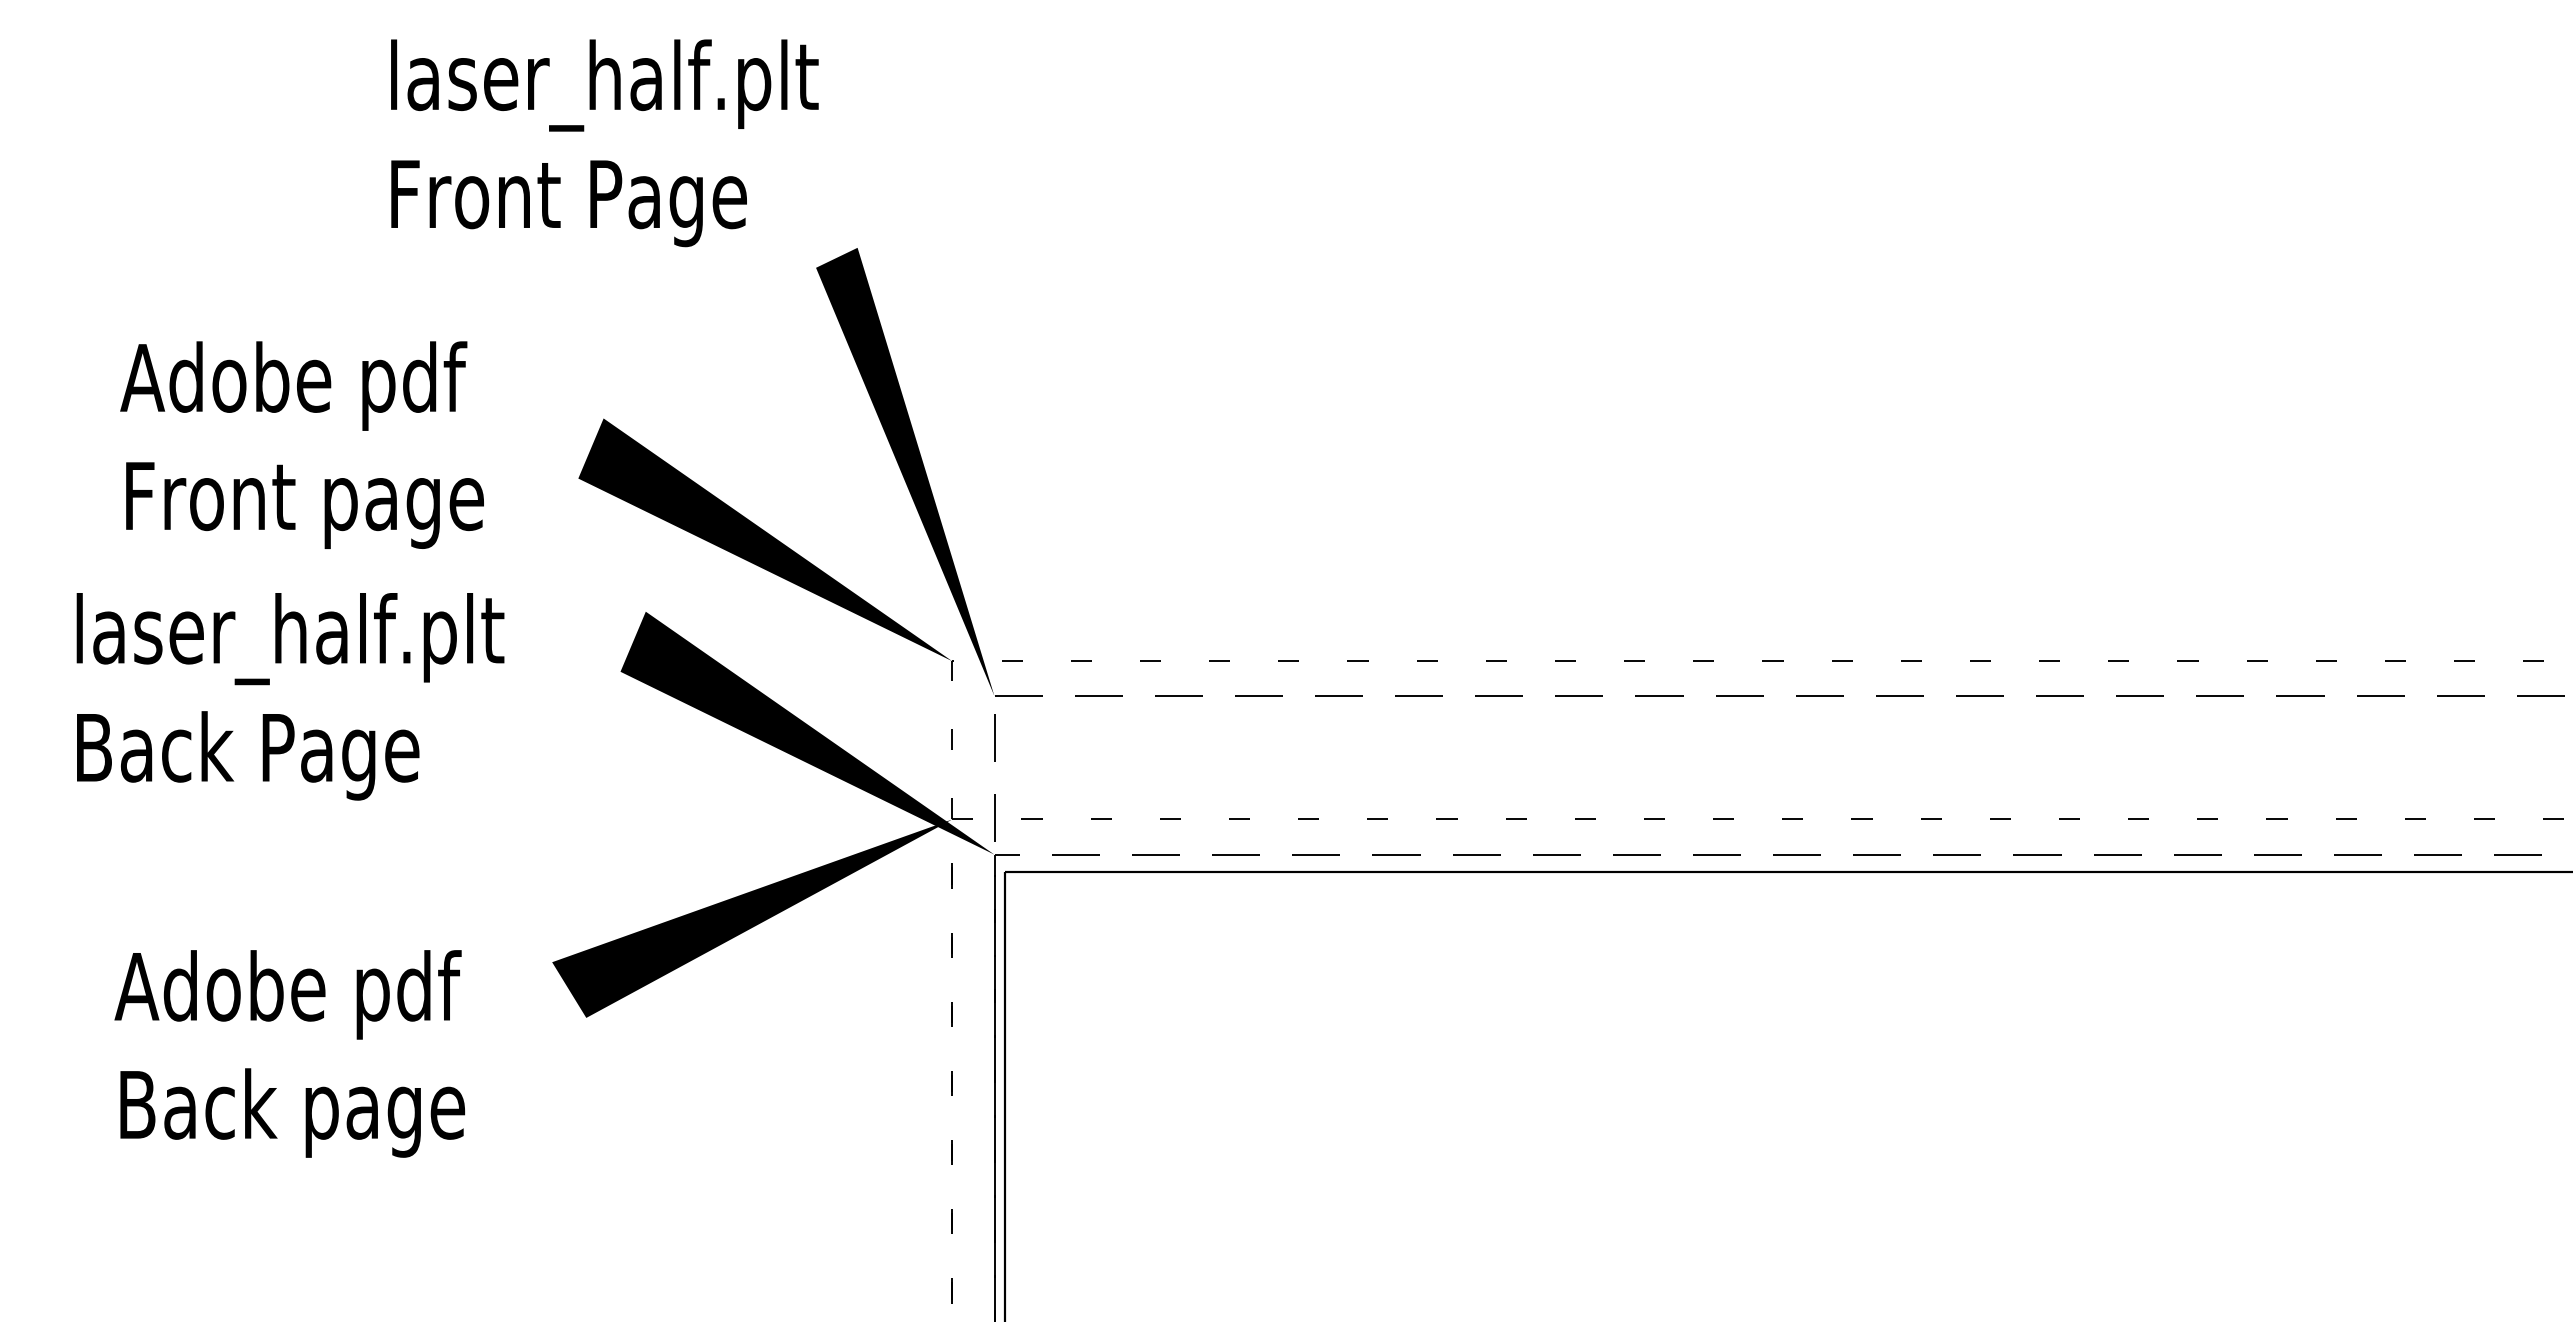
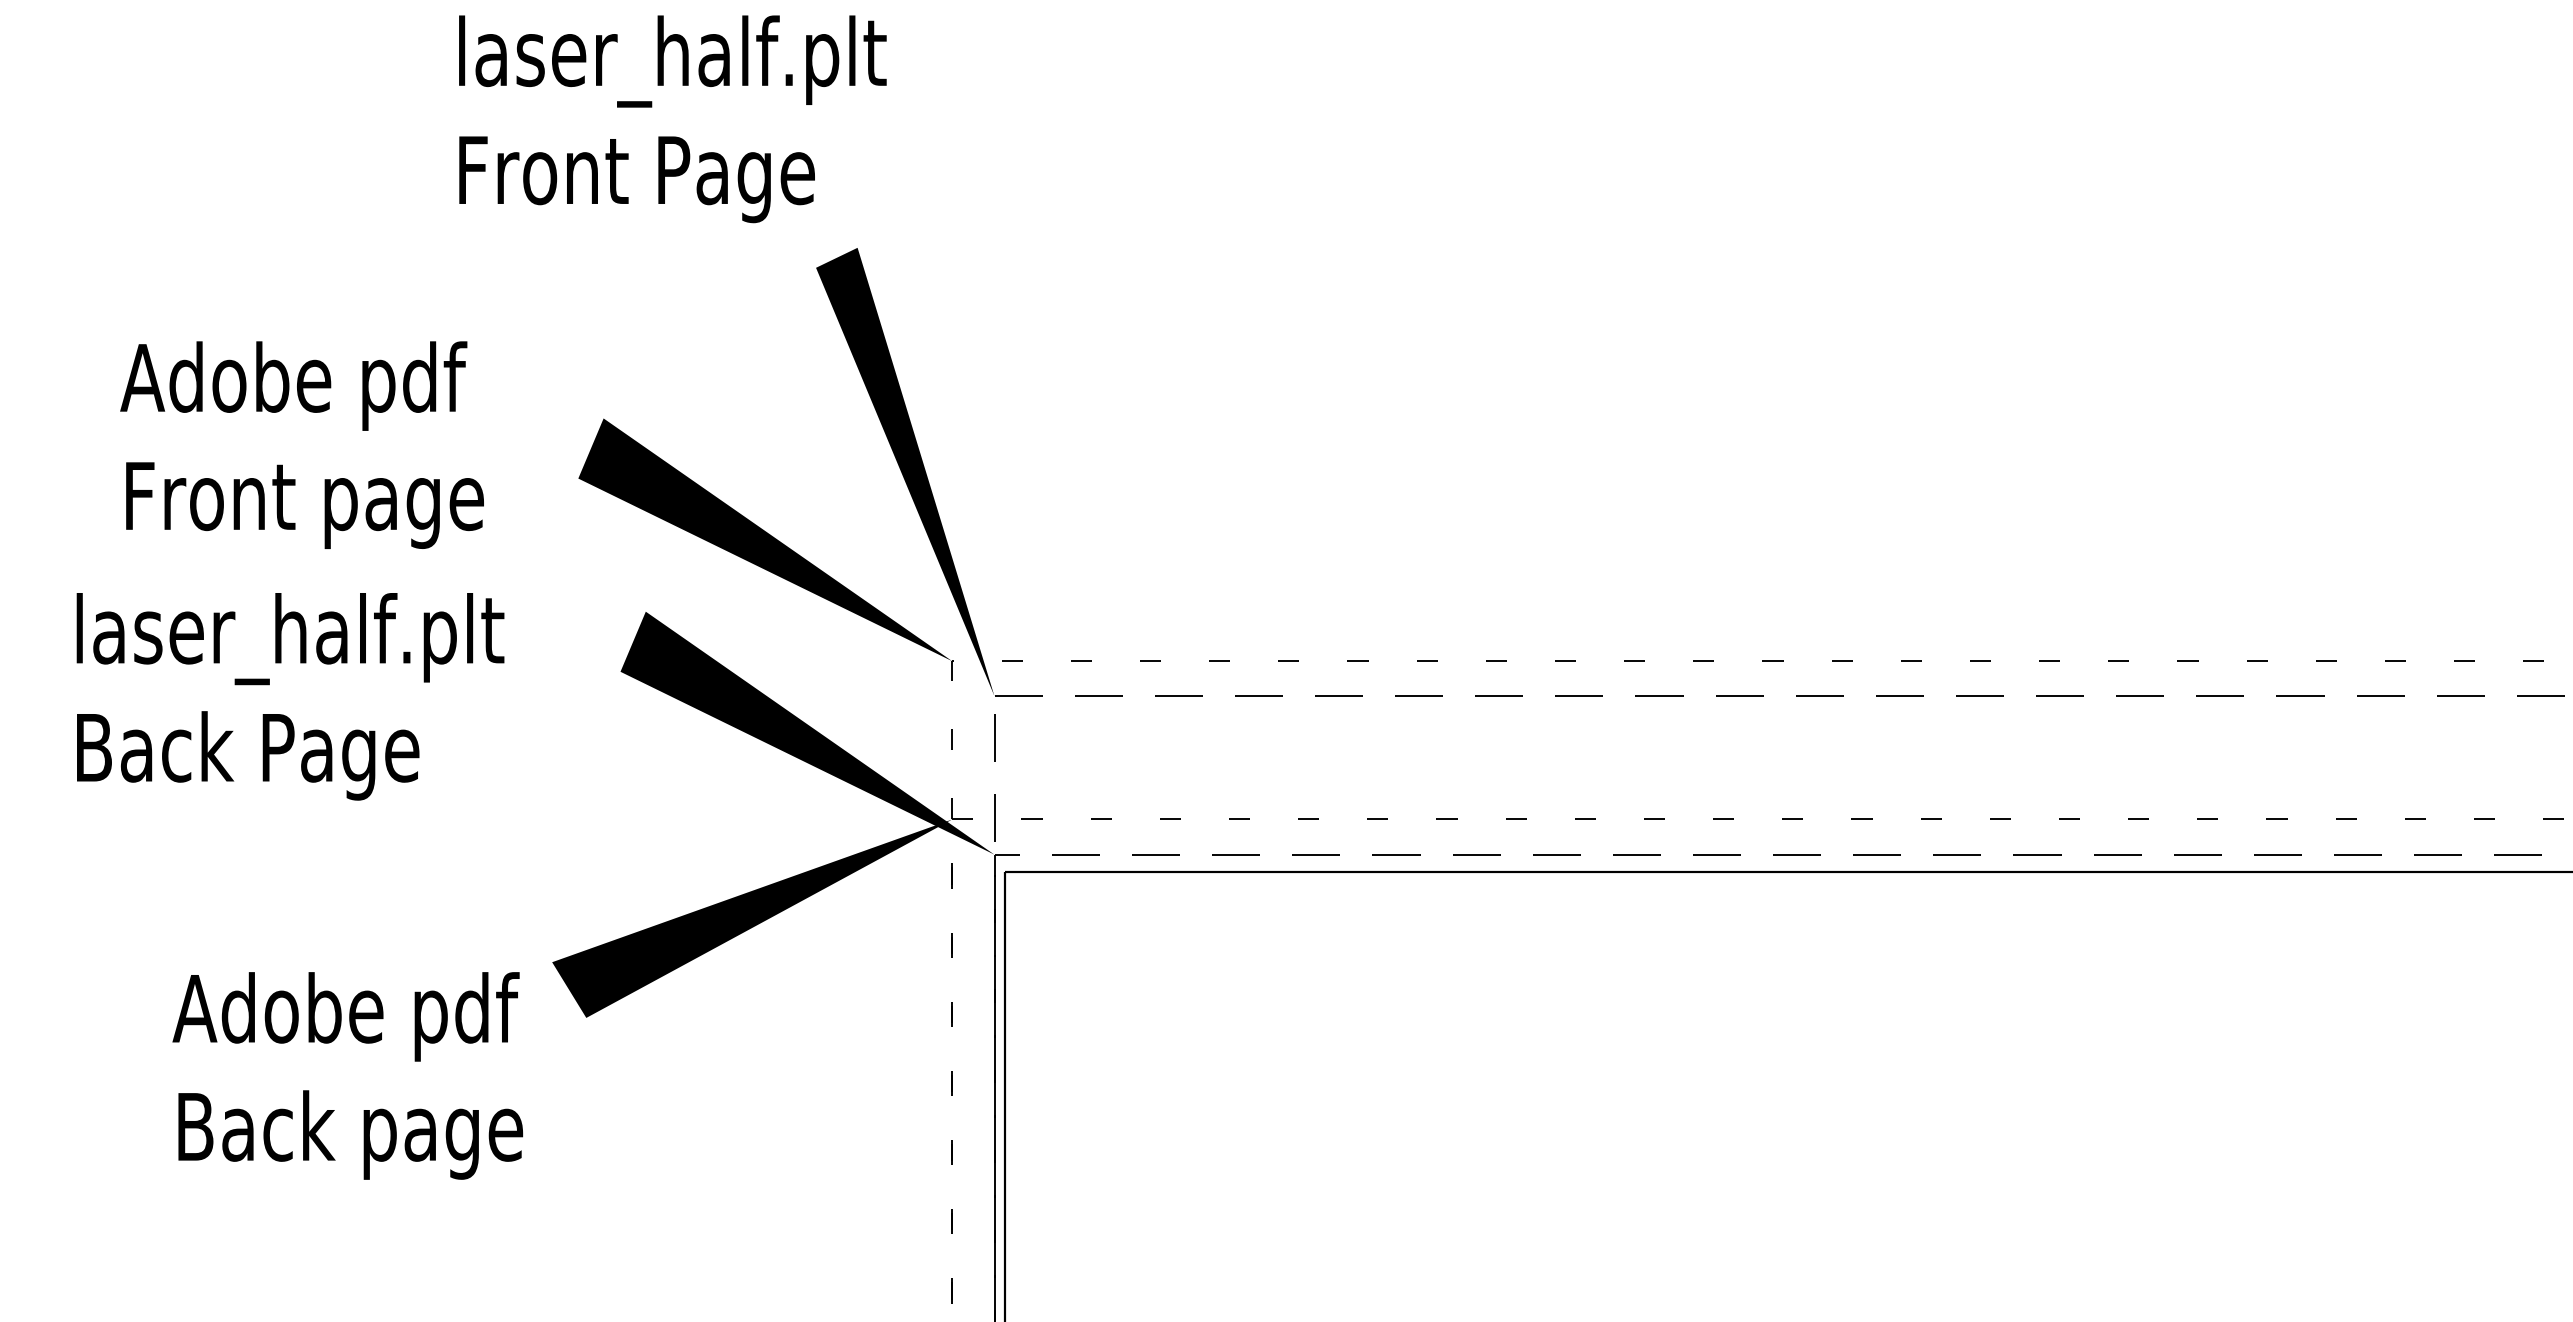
text at (604, 143) position: (604, 143) -> (672, 119)
text at (289, 1053) position: (289, 1053) -> (347, 1075)
